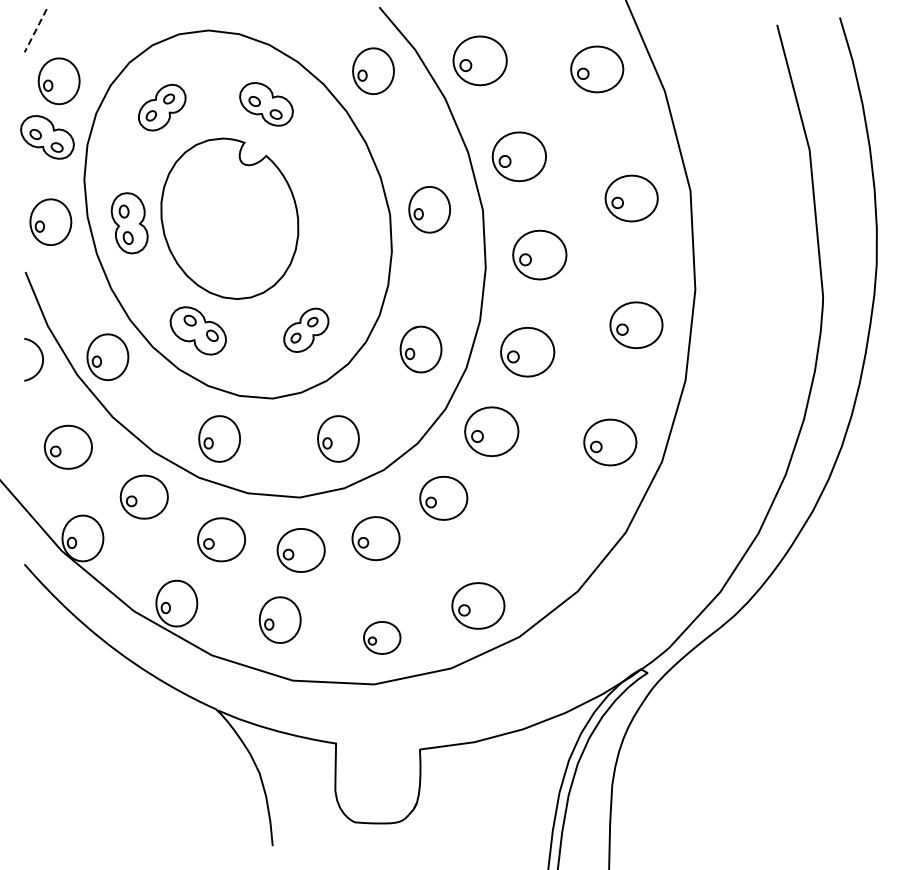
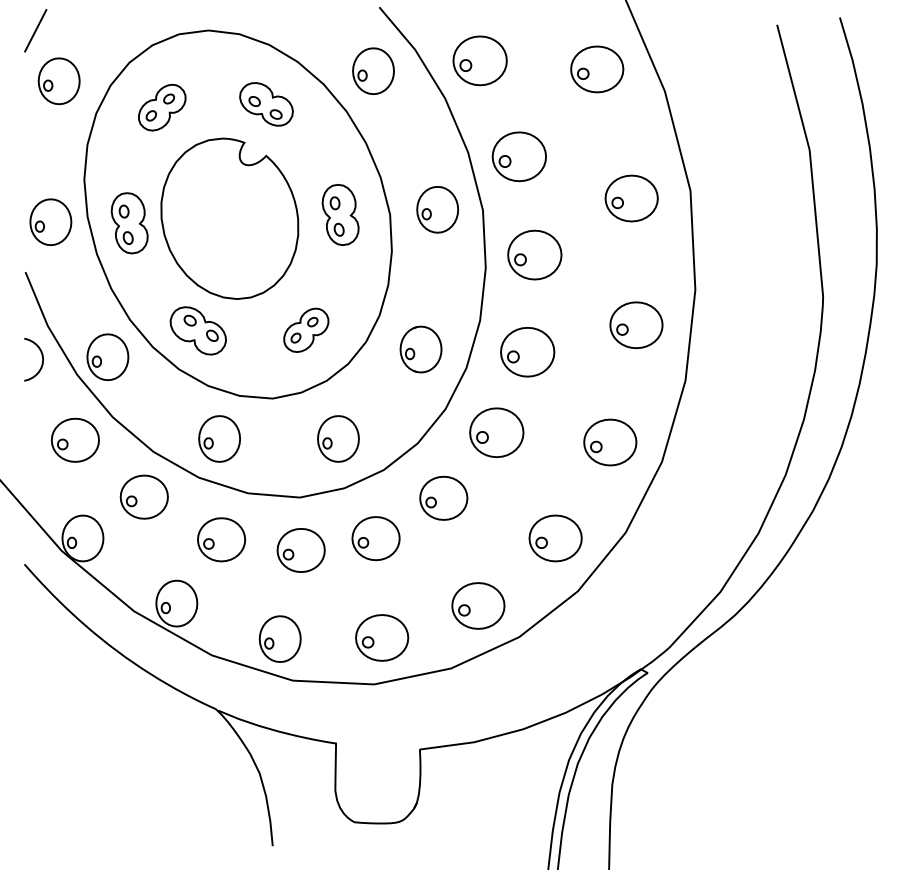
line at (35, 31): dashed -> solid
part at (47, 137): present -> none
part at (429, 209) position: (429, 209) -> (437, 209)
part at (340, 214): none -> present
part at (539, 254) position: (539, 254) -> (534, 254)
part at (491, 431) position: (491, 431) -> (496, 432)
part at (67, 446) position: (67, 446) -> (74, 439)
part at (555, 538): none -> present
part at (279, 619) position: (279, 619) -> (279, 638)
part at (382, 637) size: 39x34 px -> 55x48 px
